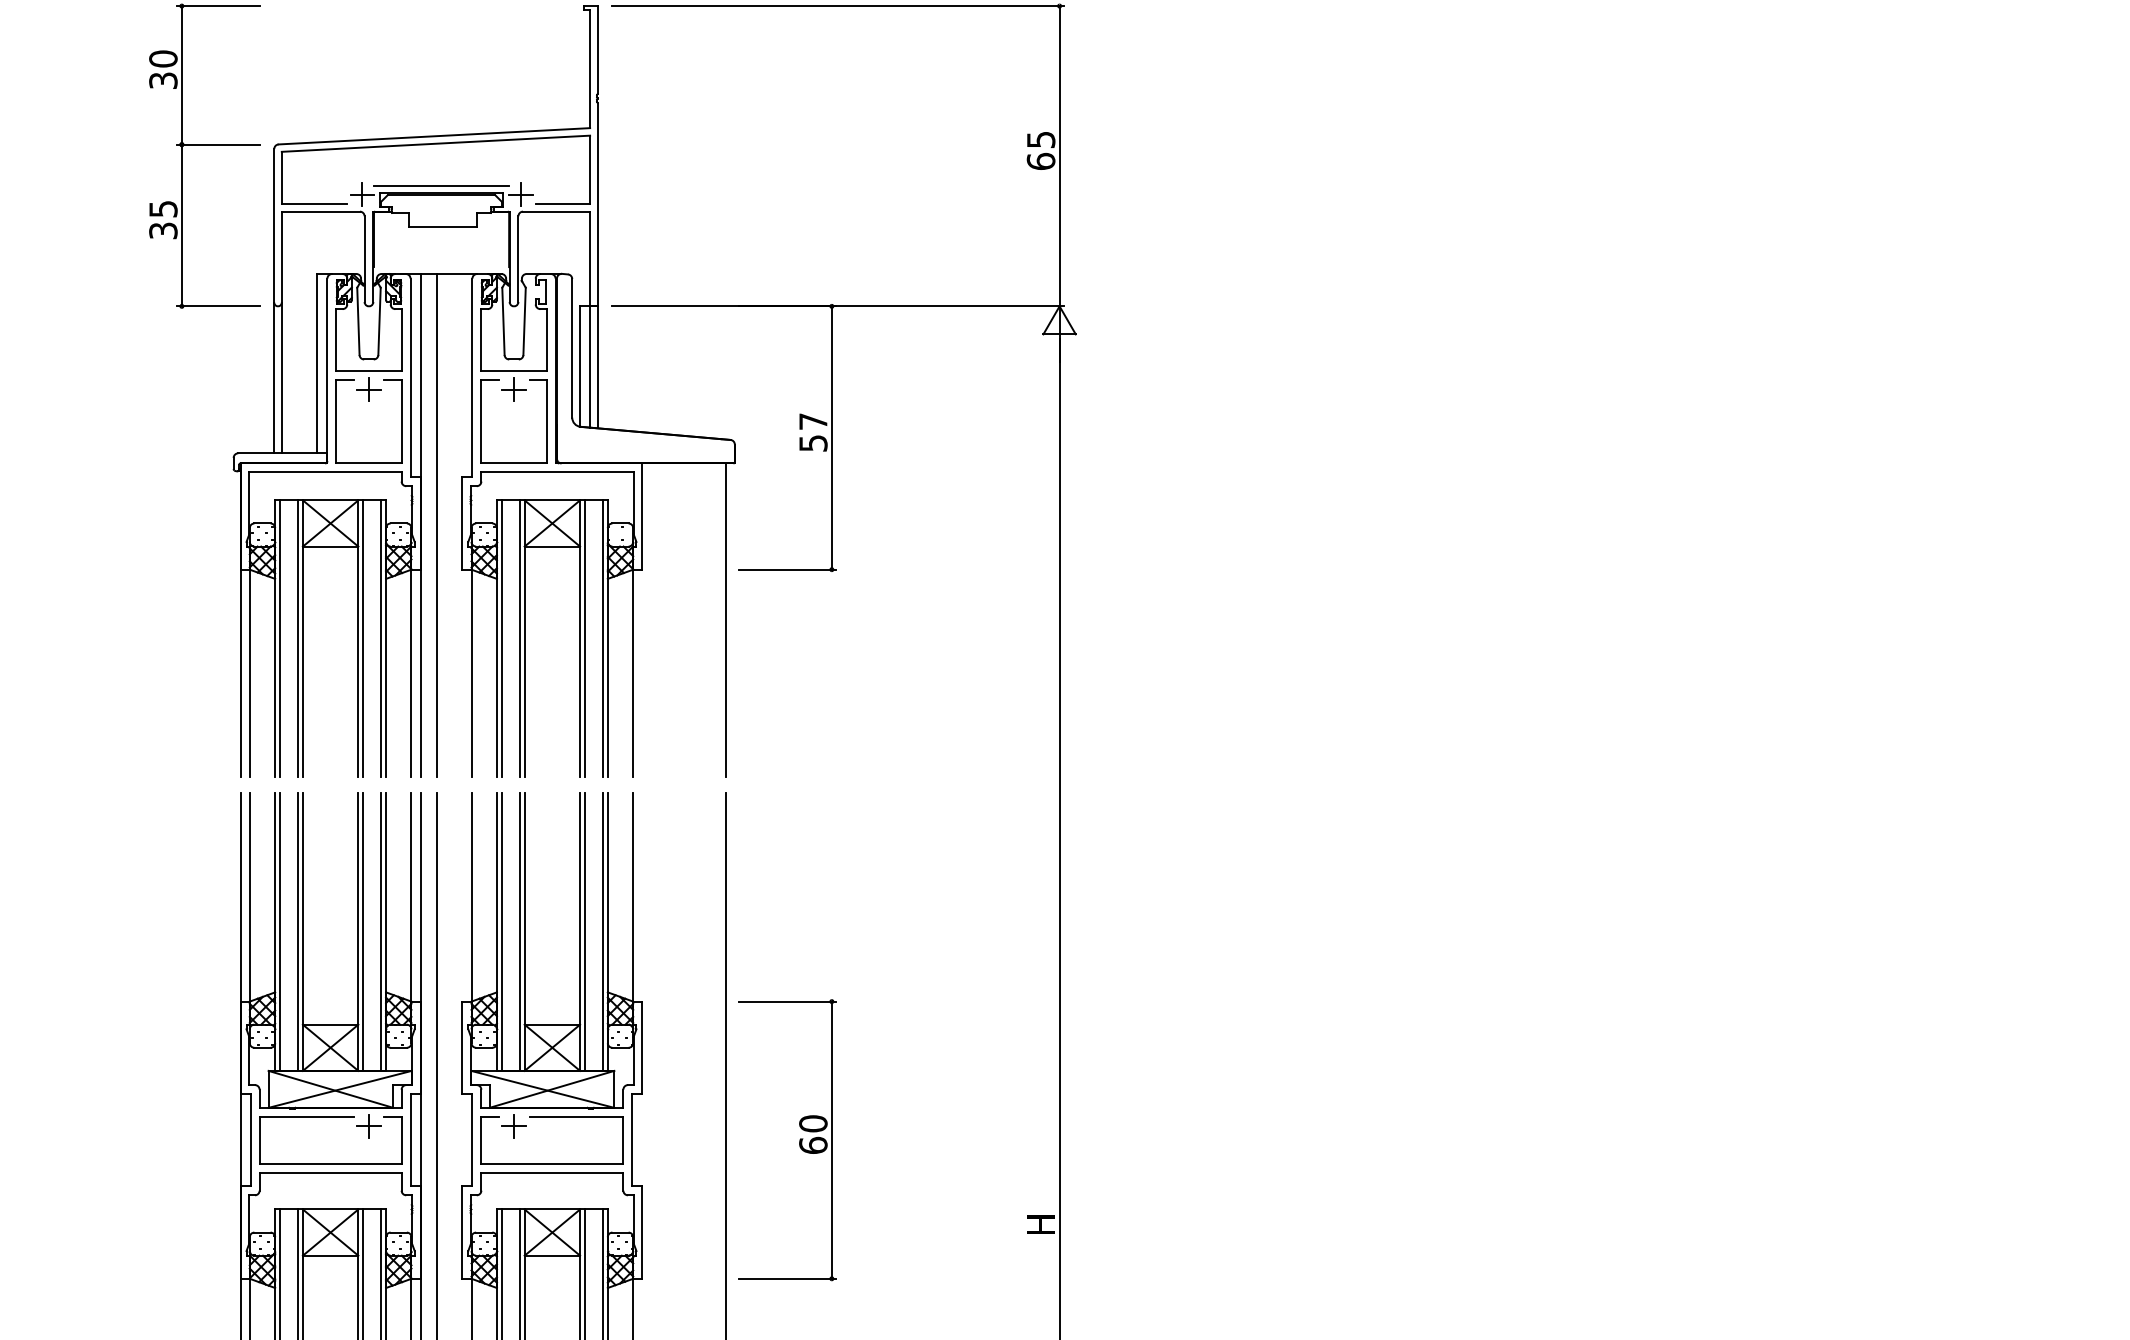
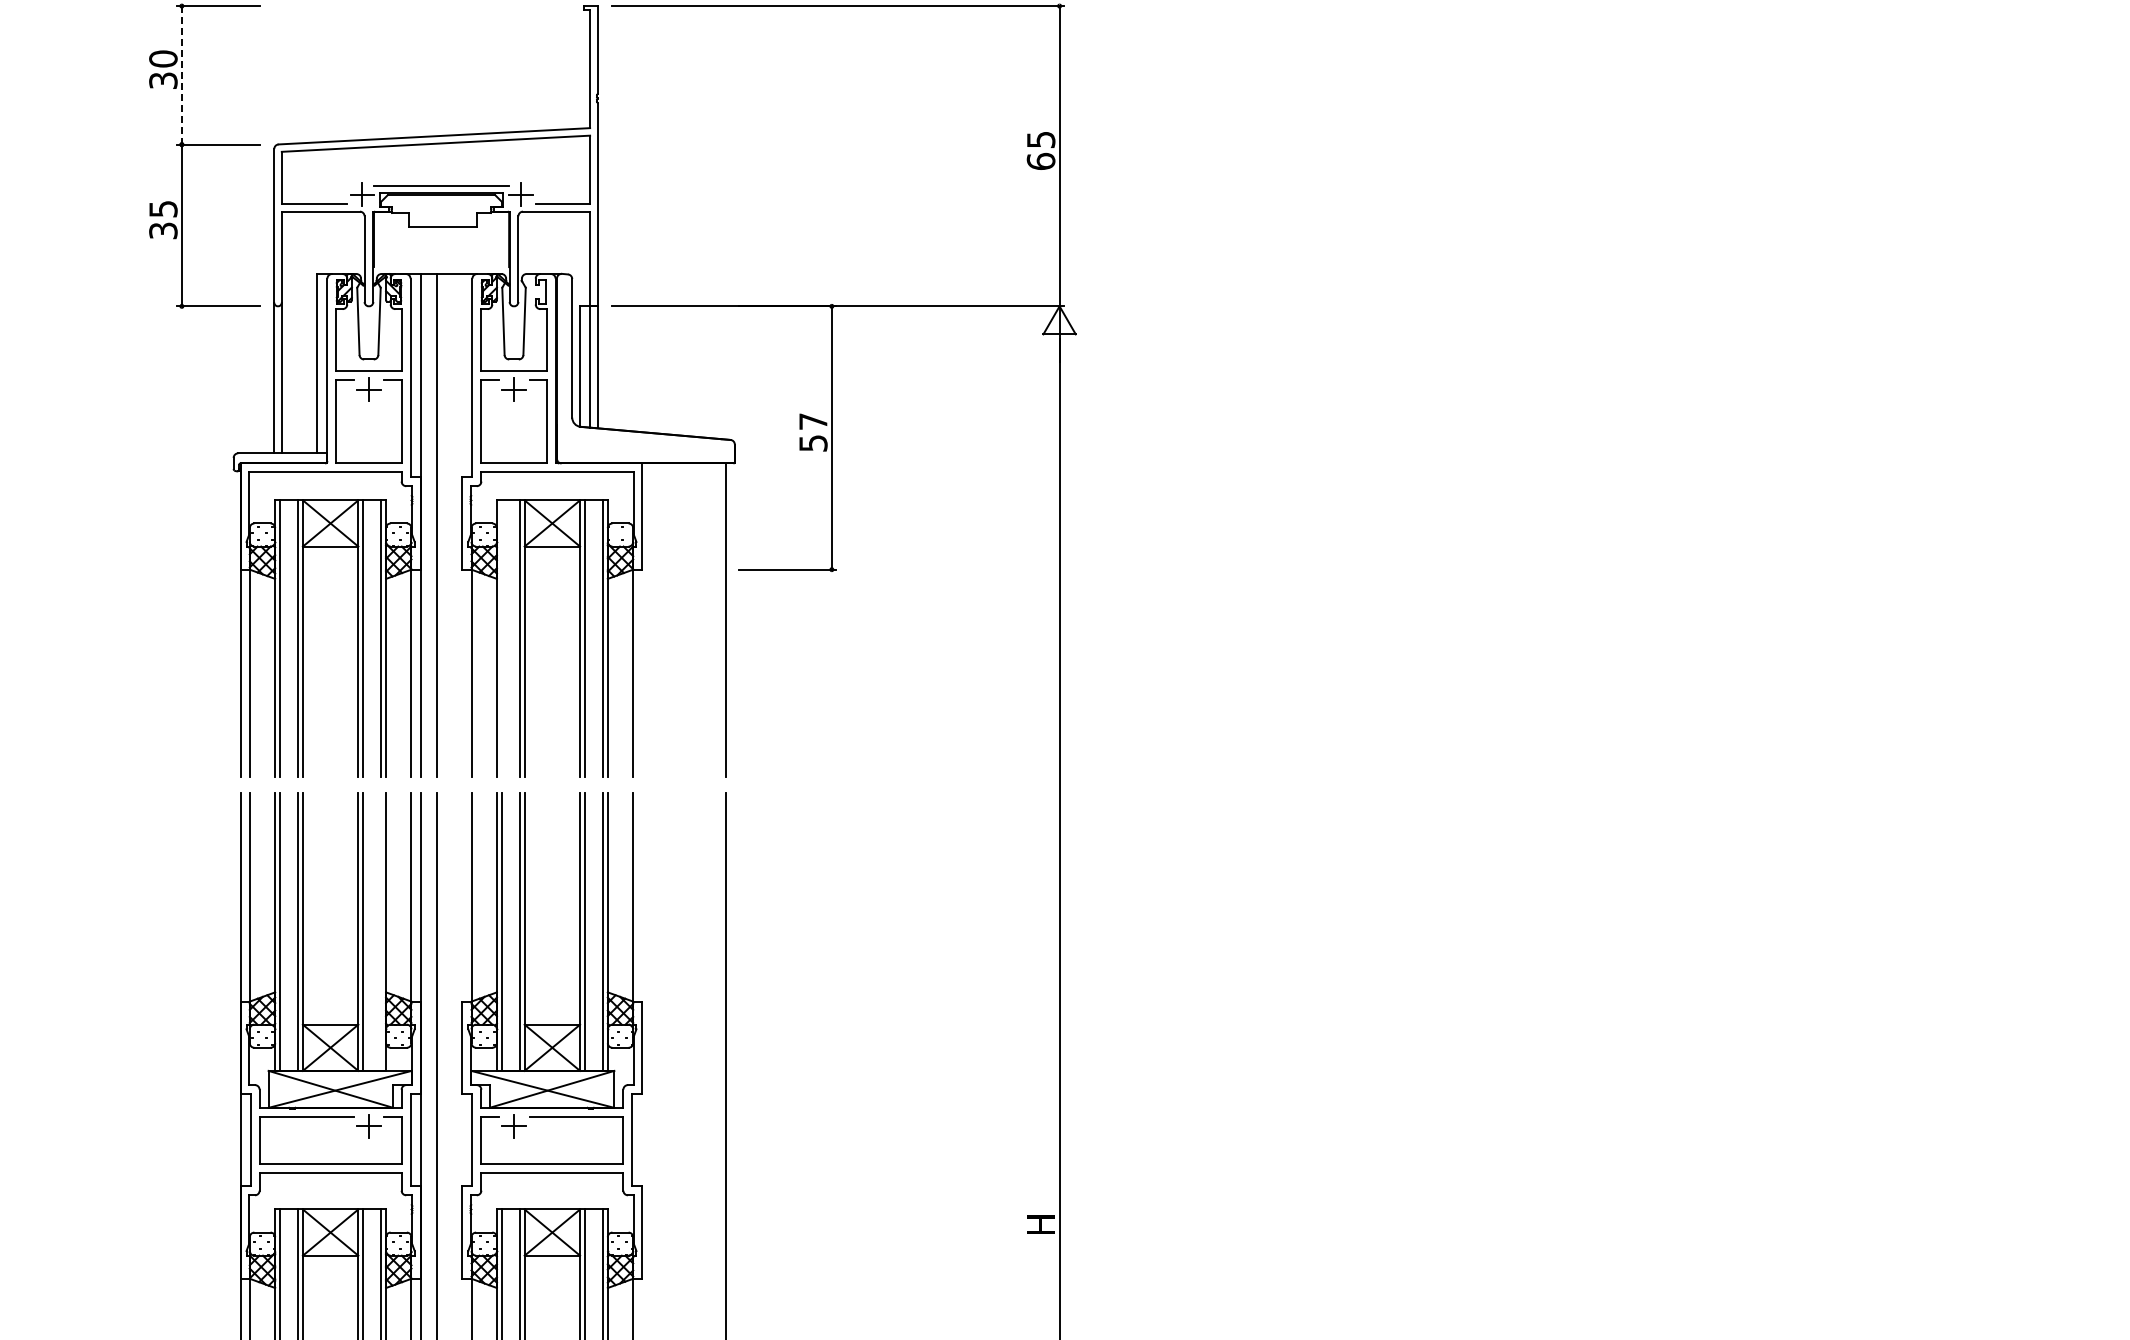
line at (181, 74): solid -> dashed
line at (501, 638): present -> none
line at (381, 931): present -> none
part at (799, 1140): present -> none
